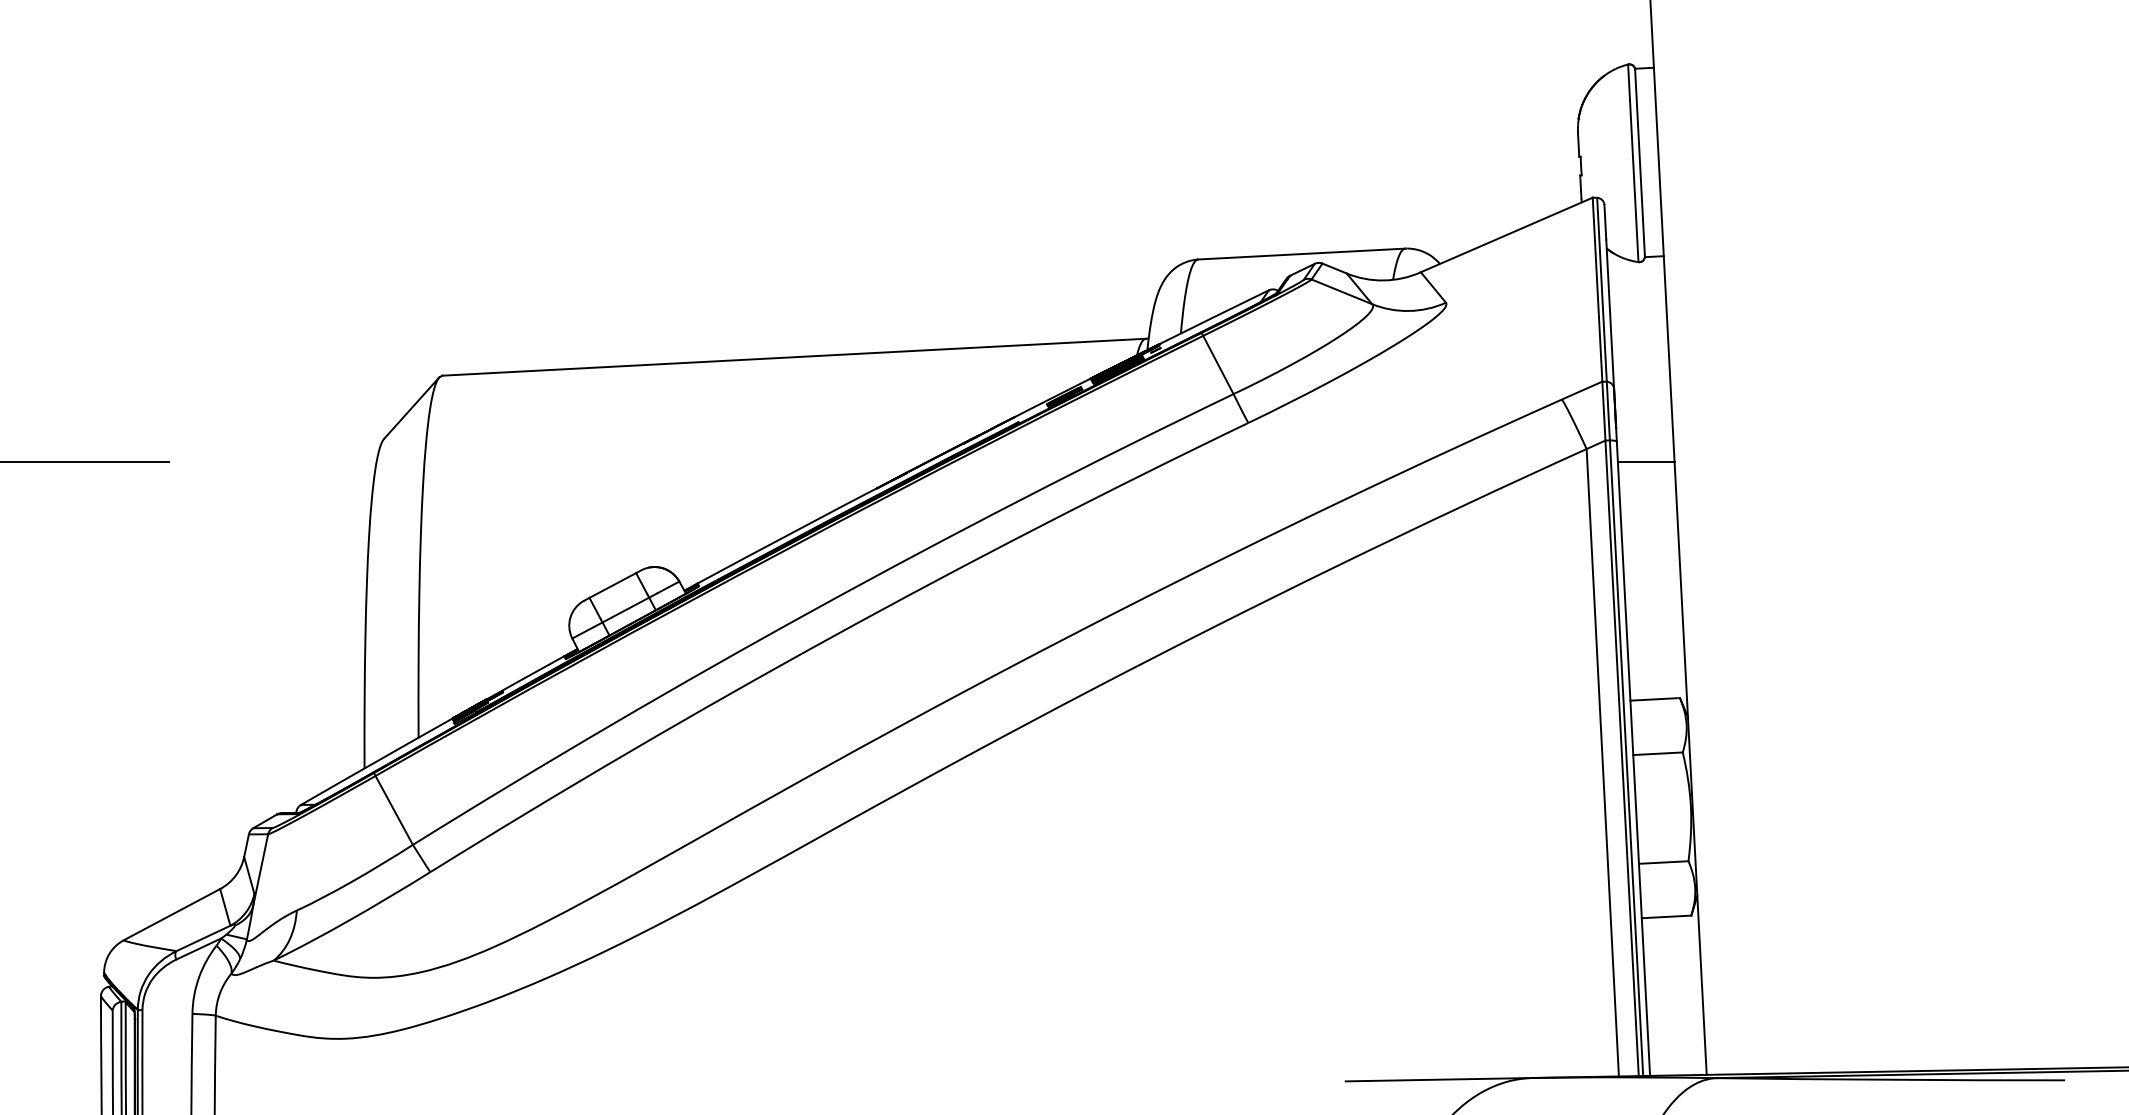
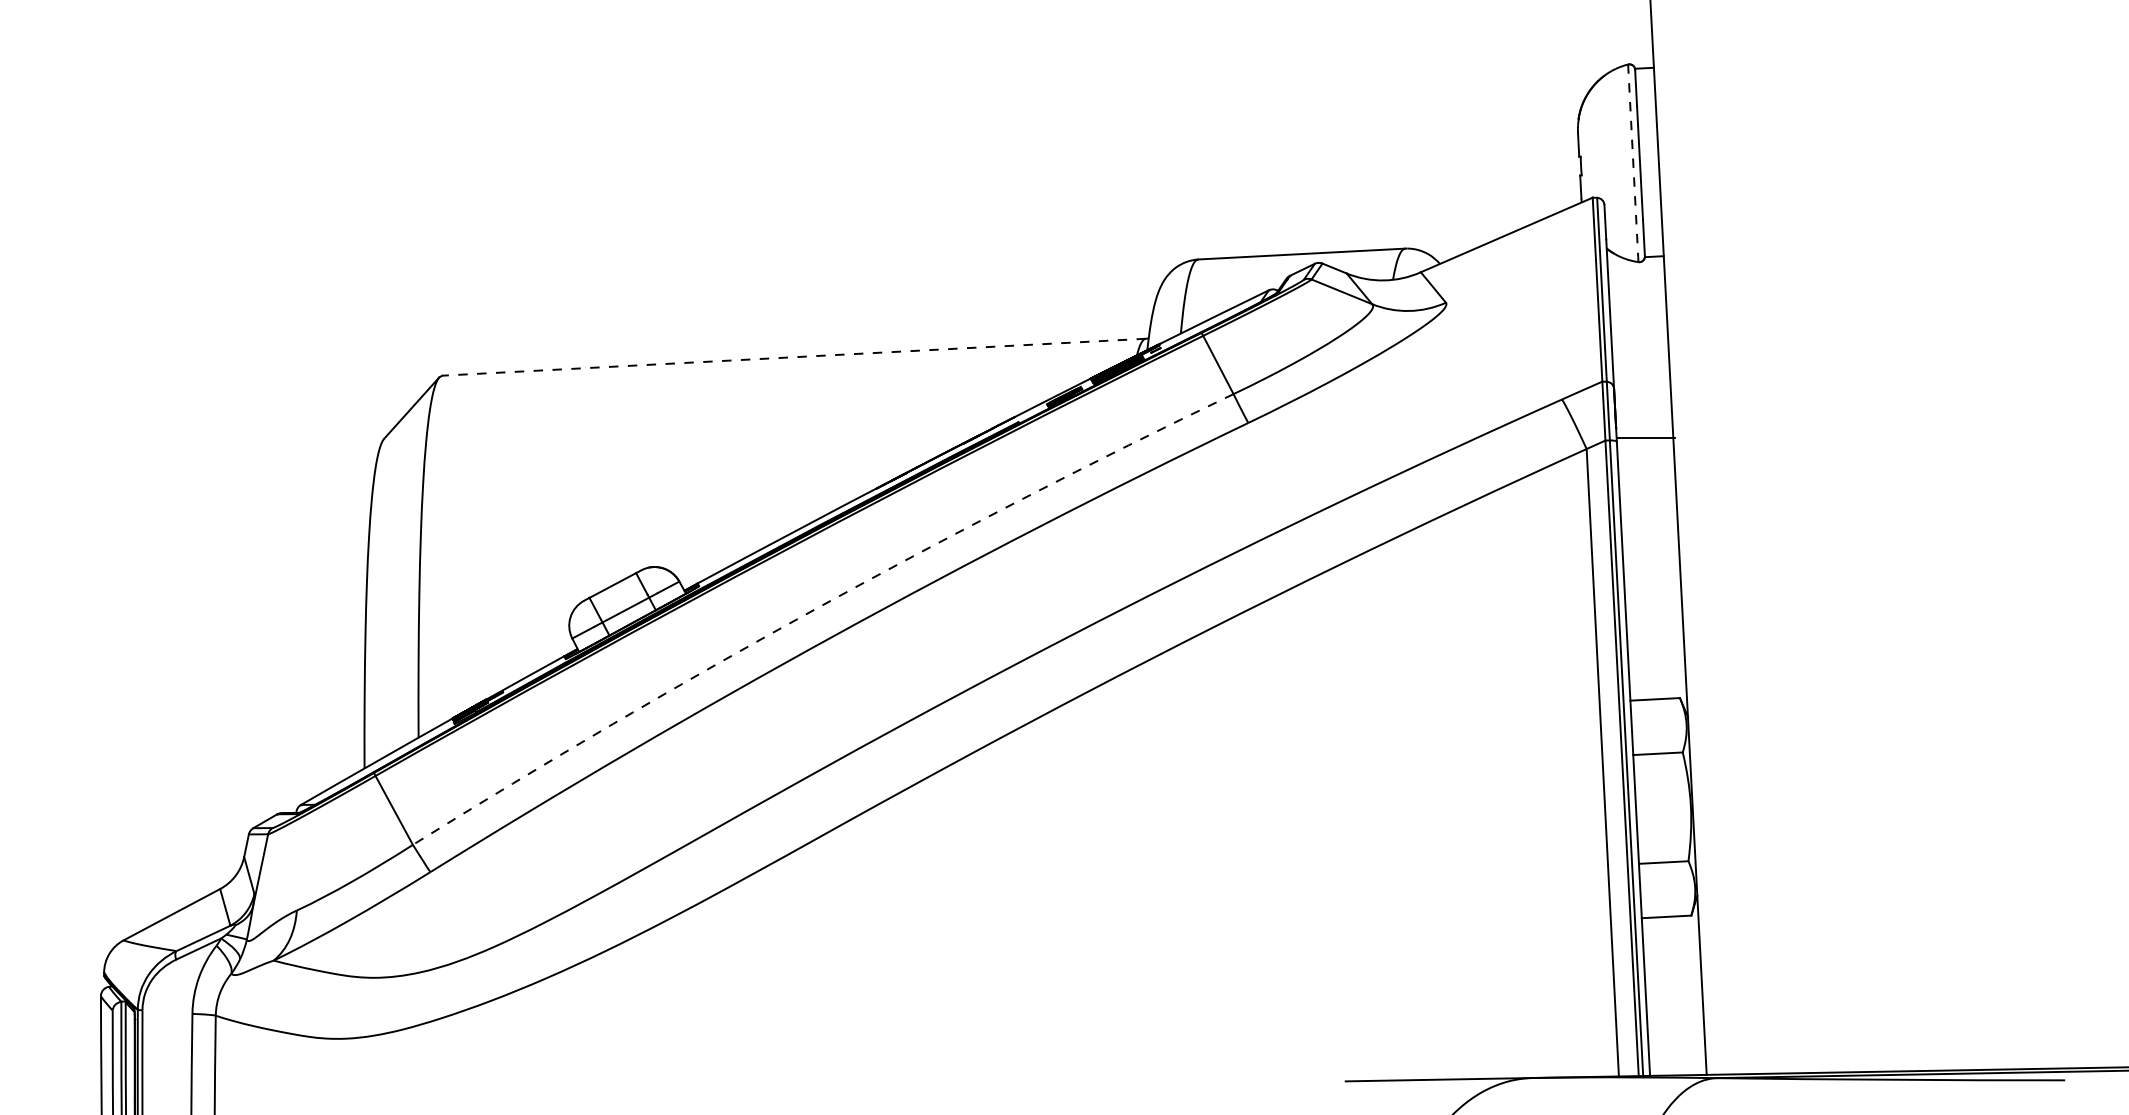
line at (1633, 163): solid -> dashed
line at (793, 357): solid -> dashed
line at (85, 461): present -> none
line at (1645, 461) position: (1645, 461) -> (1645, 437)
arc at (817, 608): solid -> dashed
